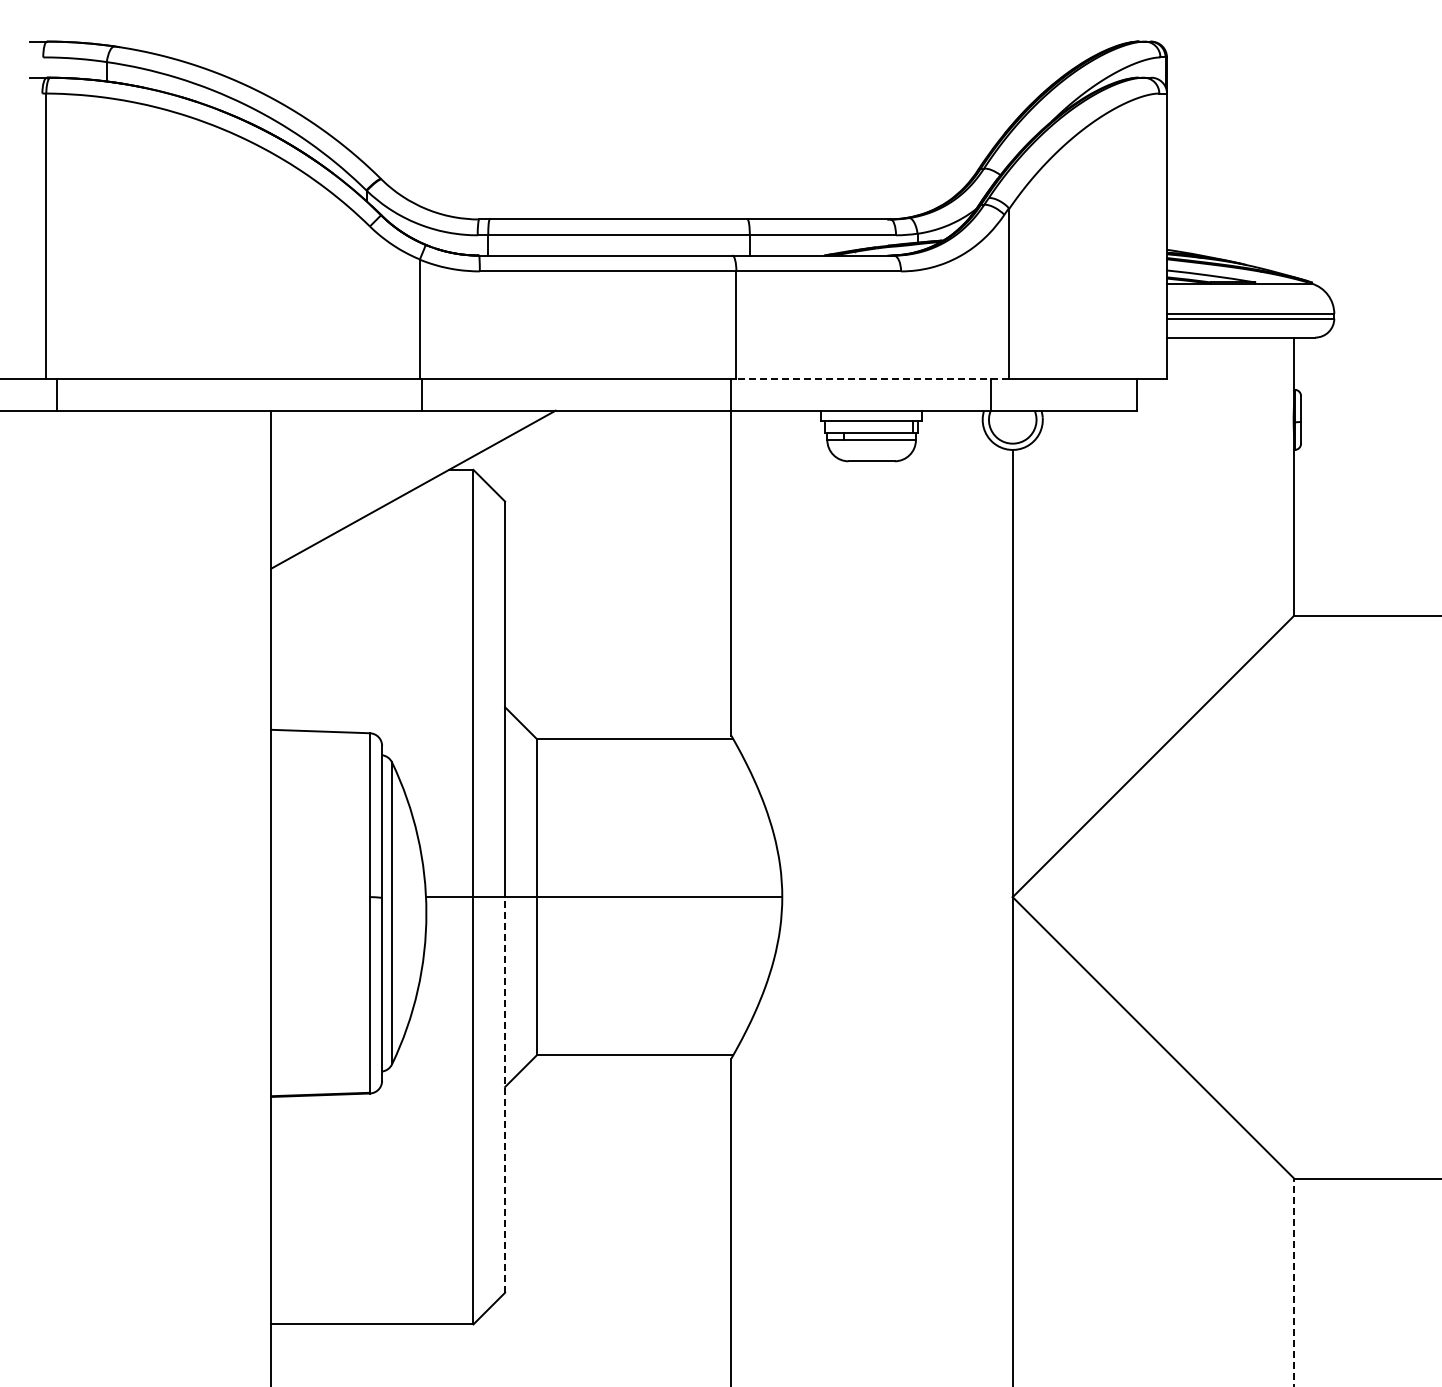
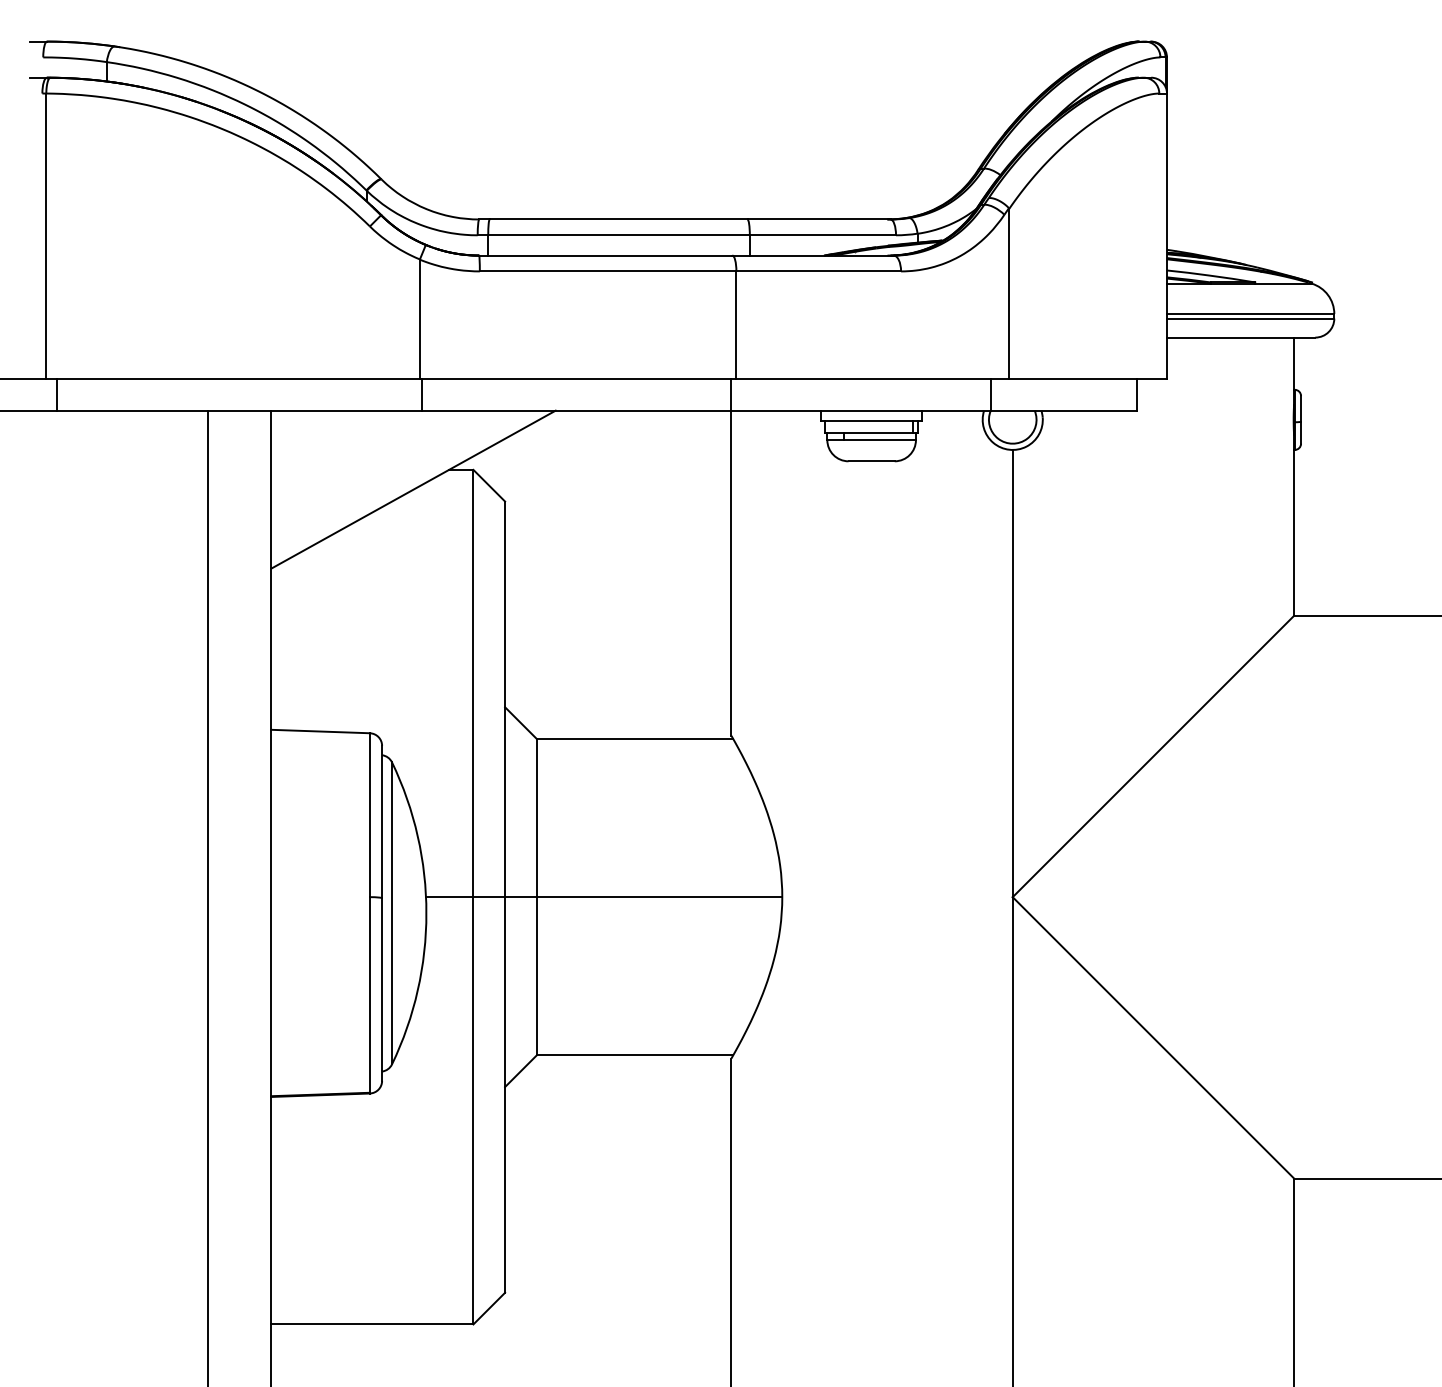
line at (872, 379): dashed -> solid
line at (208, 896): none -> present
line at (505, 1094): dashed -> solid
line at (1294, 1282): dashed -> solid
